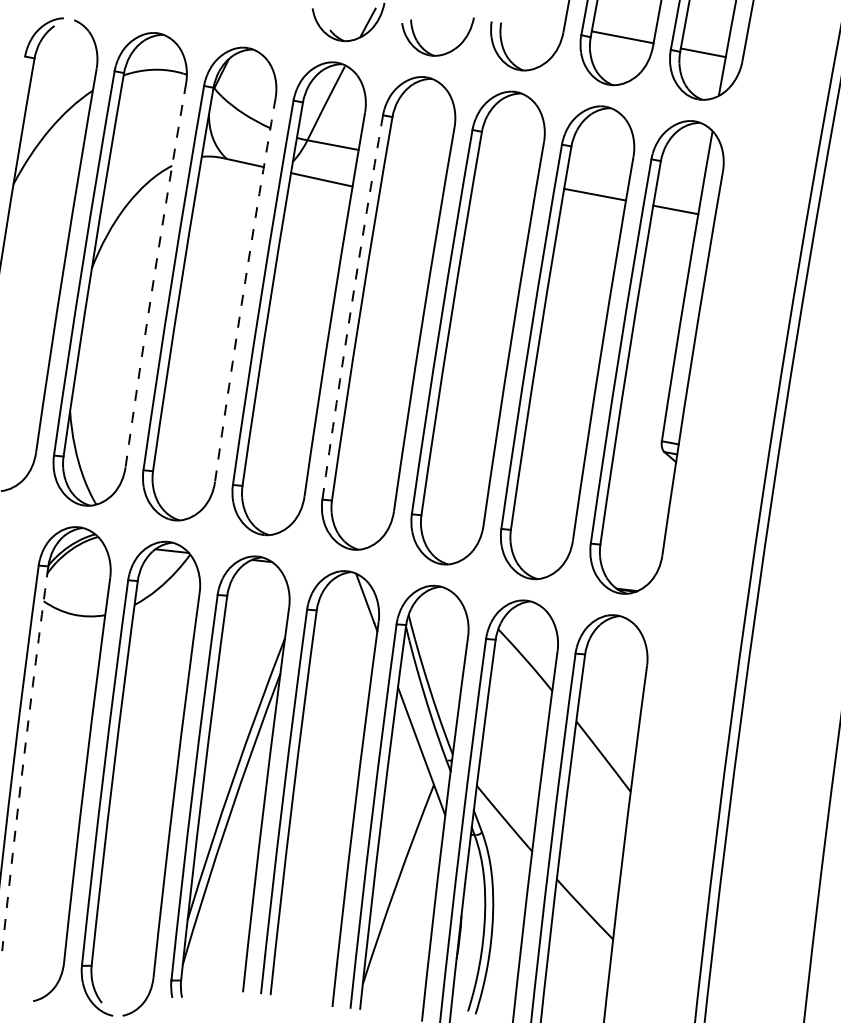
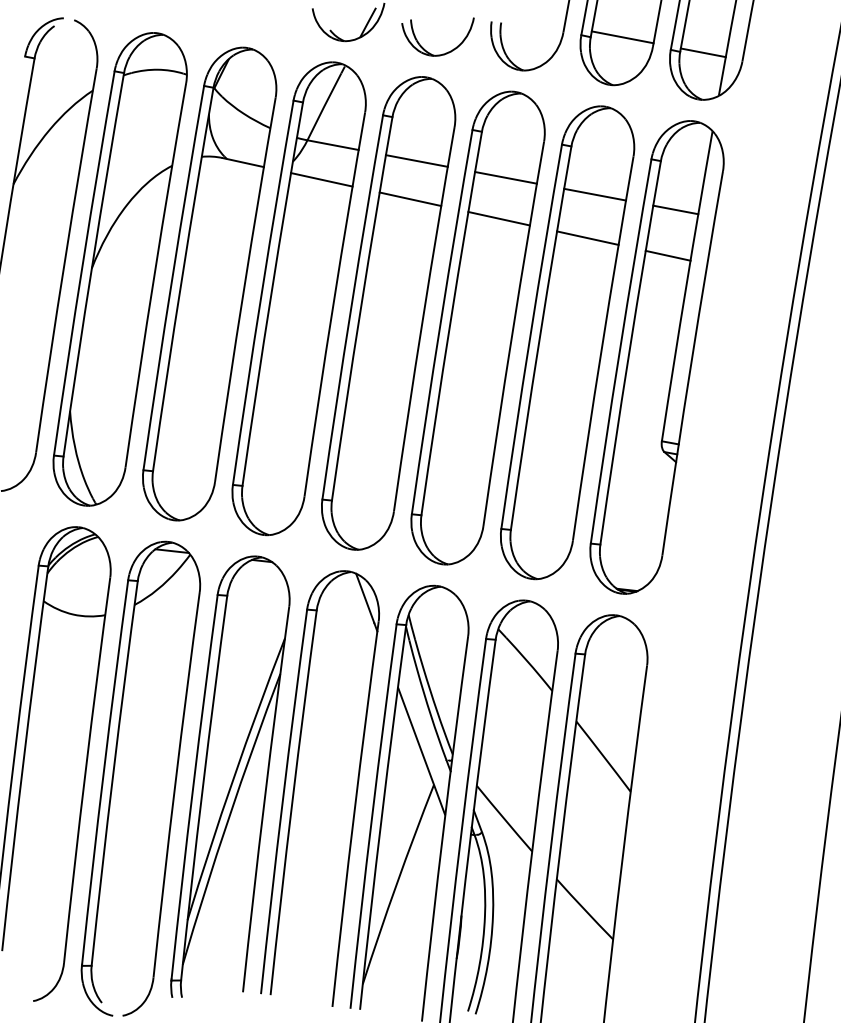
line at (416, 160): none -> present
line at (505, 177): none -> present
line at (410, 199): none -> present
line at (498, 218): none -> present
line at (587, 237): none -> present
line at (667, 255): none -> present
arc at (154, 274): dashed -> solid
arc at (243, 289): dashed -> solid
arc at (351, 307): dashed -> solid
arc at (23, 758): dashed -> solid
